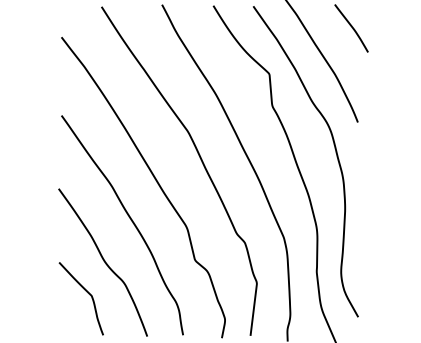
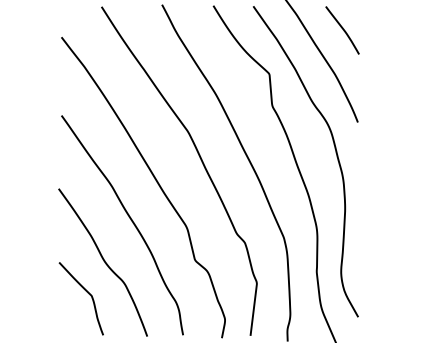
curve at (351, 27) position: (351, 27) -> (342, 29)
